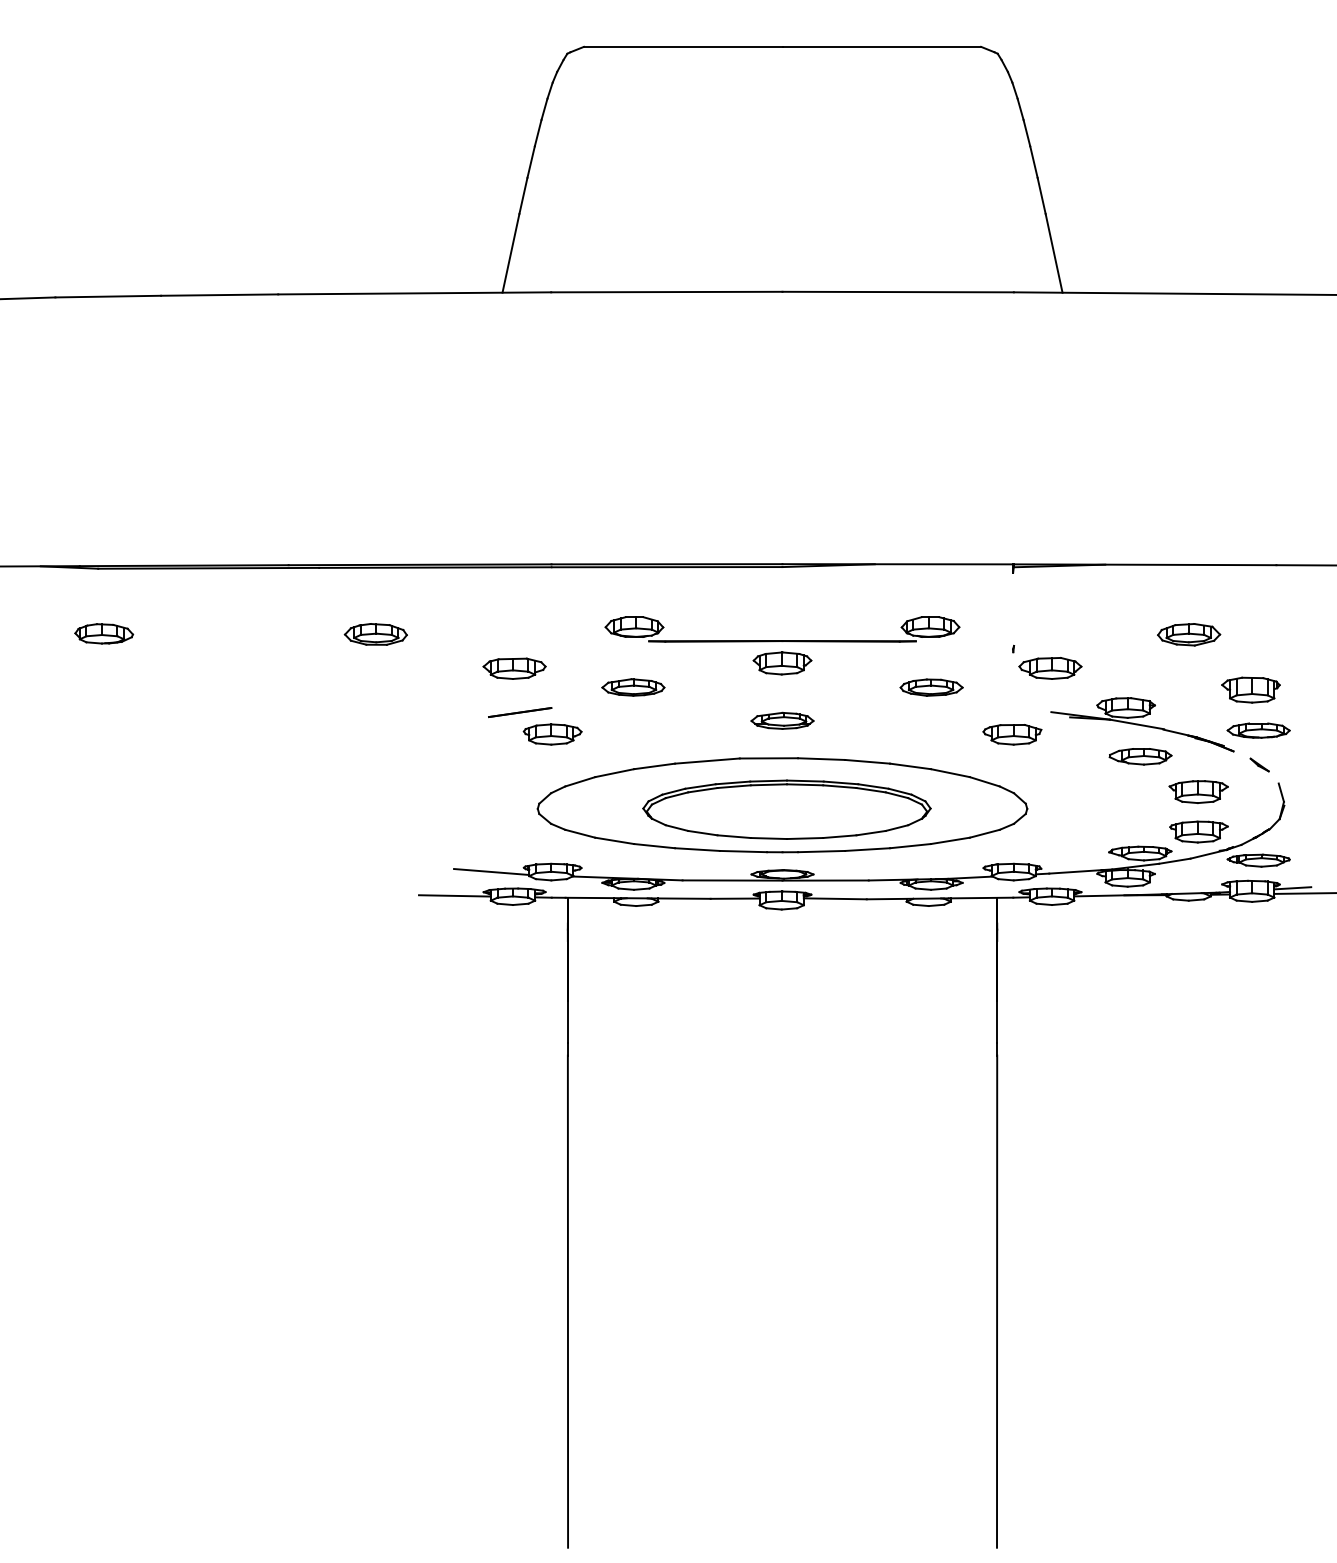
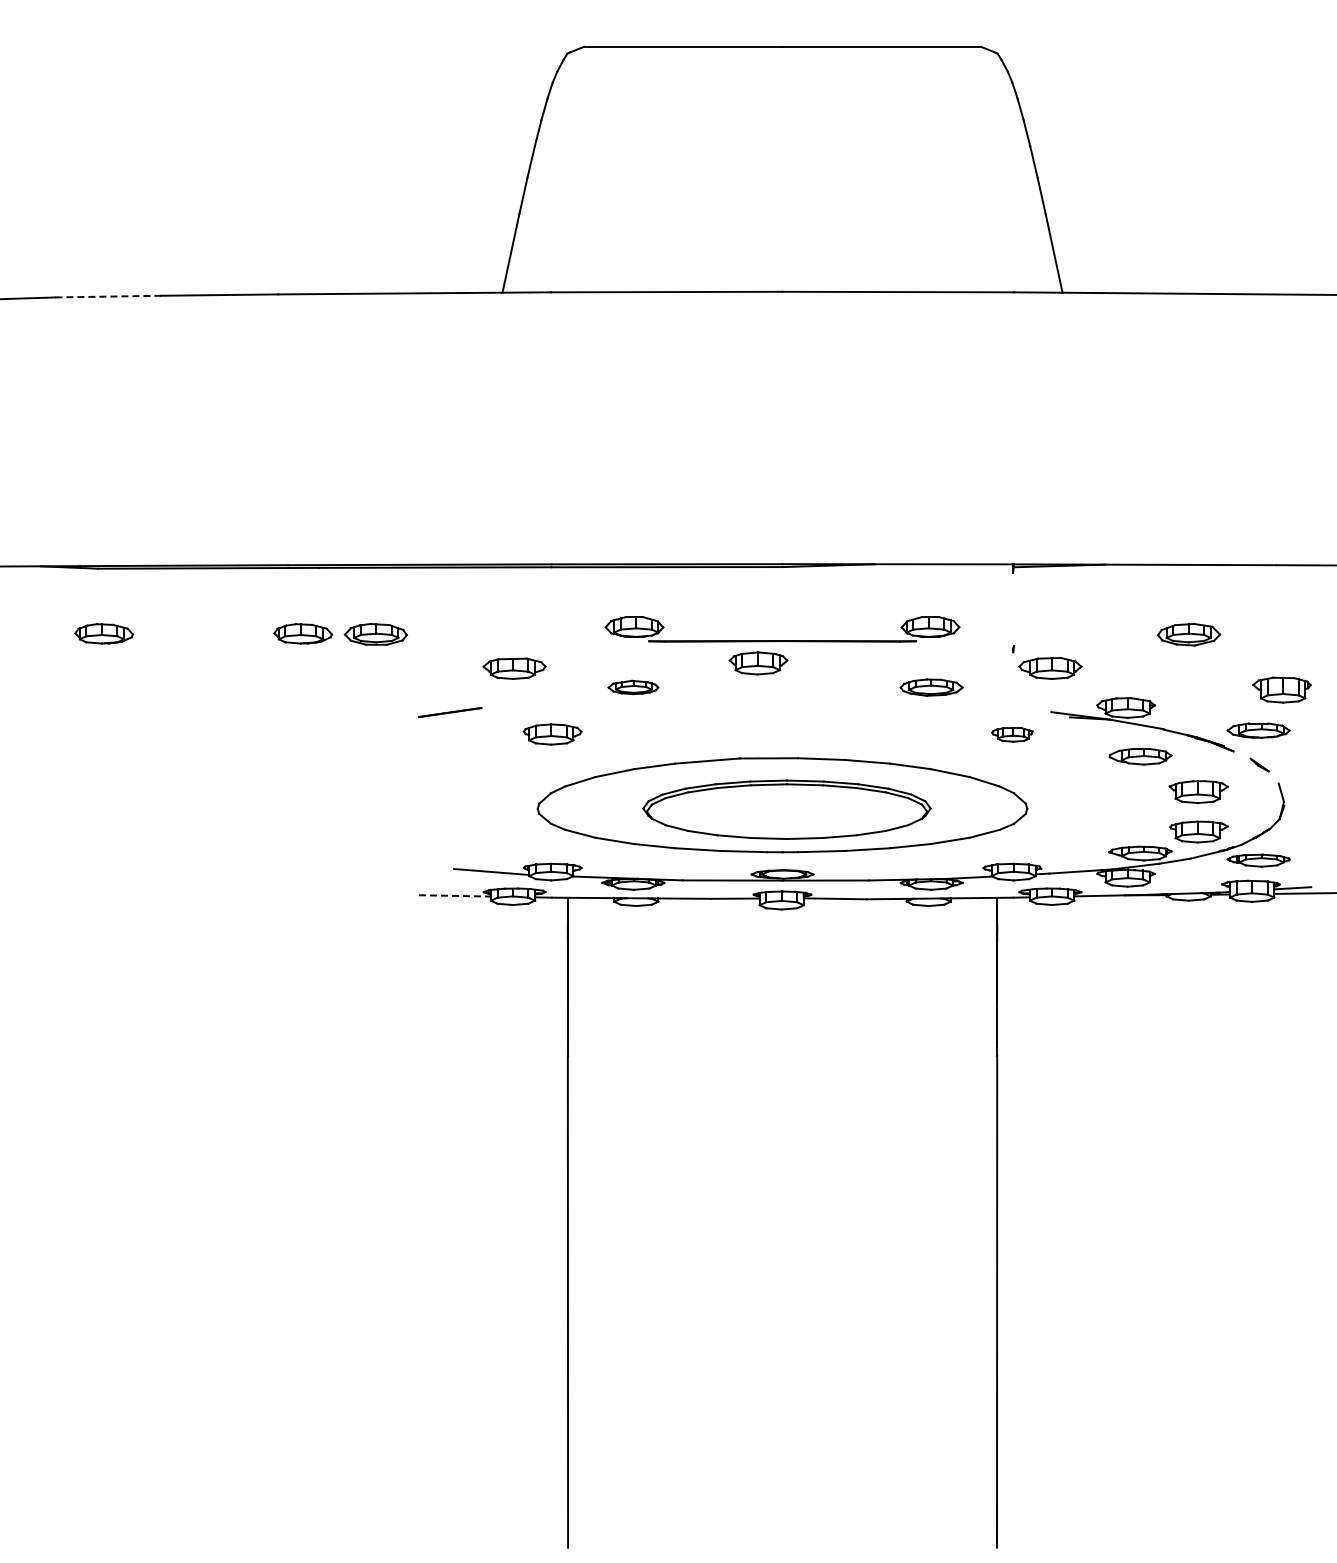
line at (108, 296): solid -> dashed
part at (303, 633): none -> present
part at (782, 663) position: (782, 663) -> (758, 663)
part at (633, 687) size: 65x19 px -> 53x17 px
part at (1250, 689) position: (1250, 689) -> (1281, 689)
line at (520, 712) position: (520, 712) -> (450, 712)
part at (782, 720): present -> none
part at (1012, 734) size: 61x22 px -> 43x16 px
line at (454, 895): solid -> dashed
